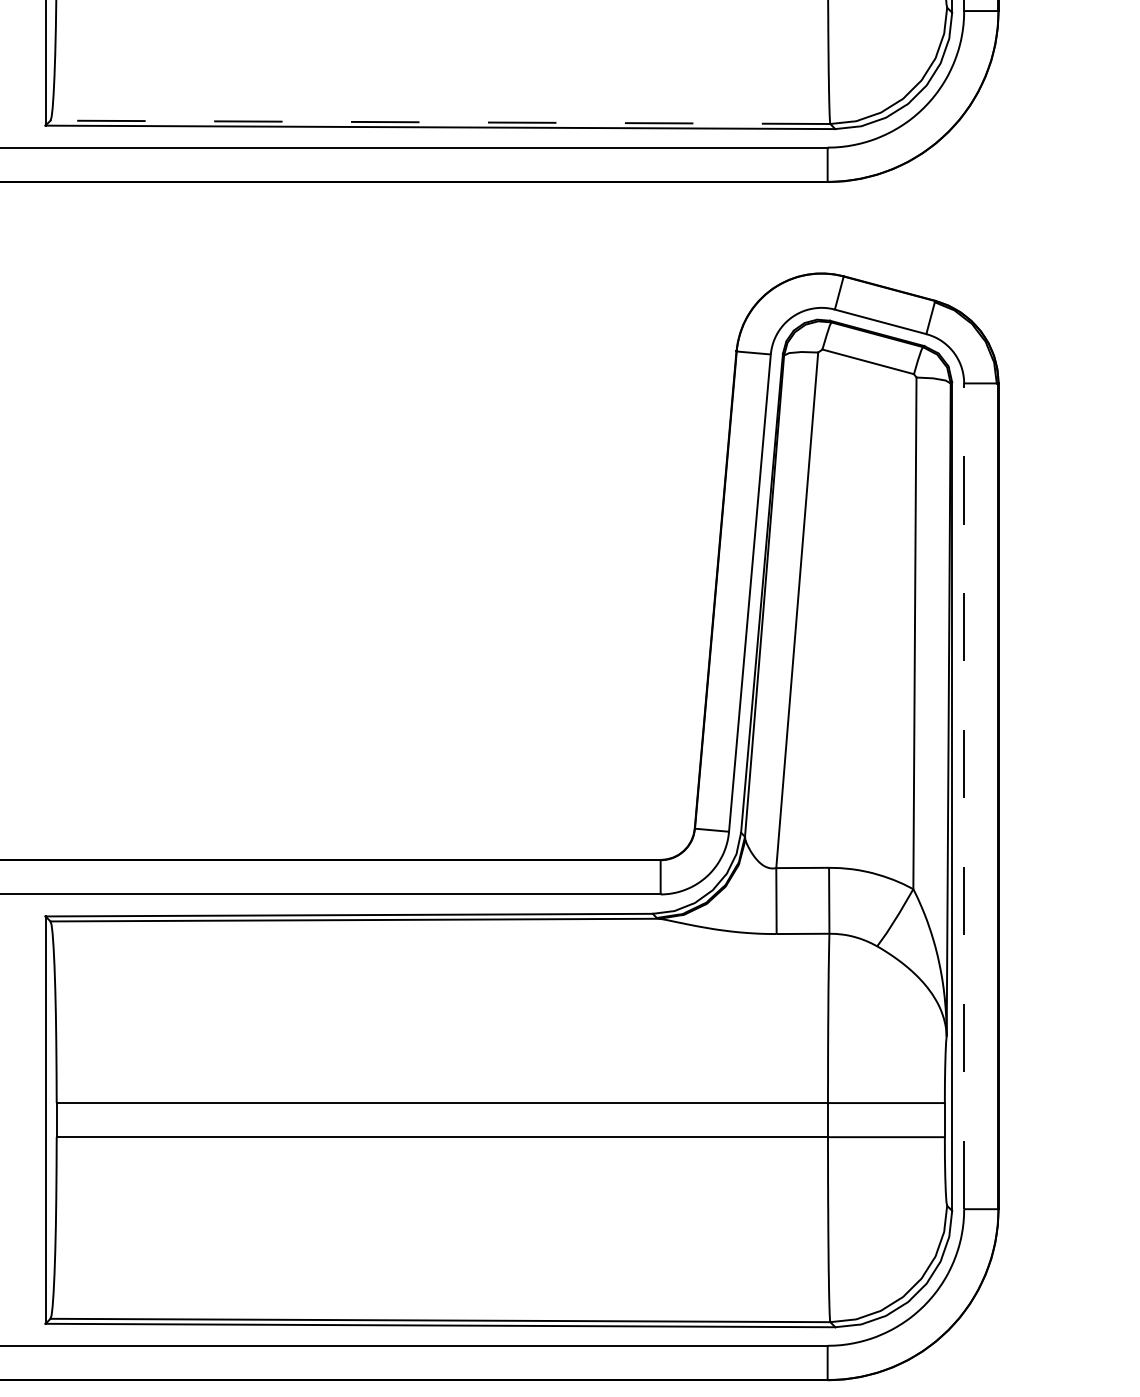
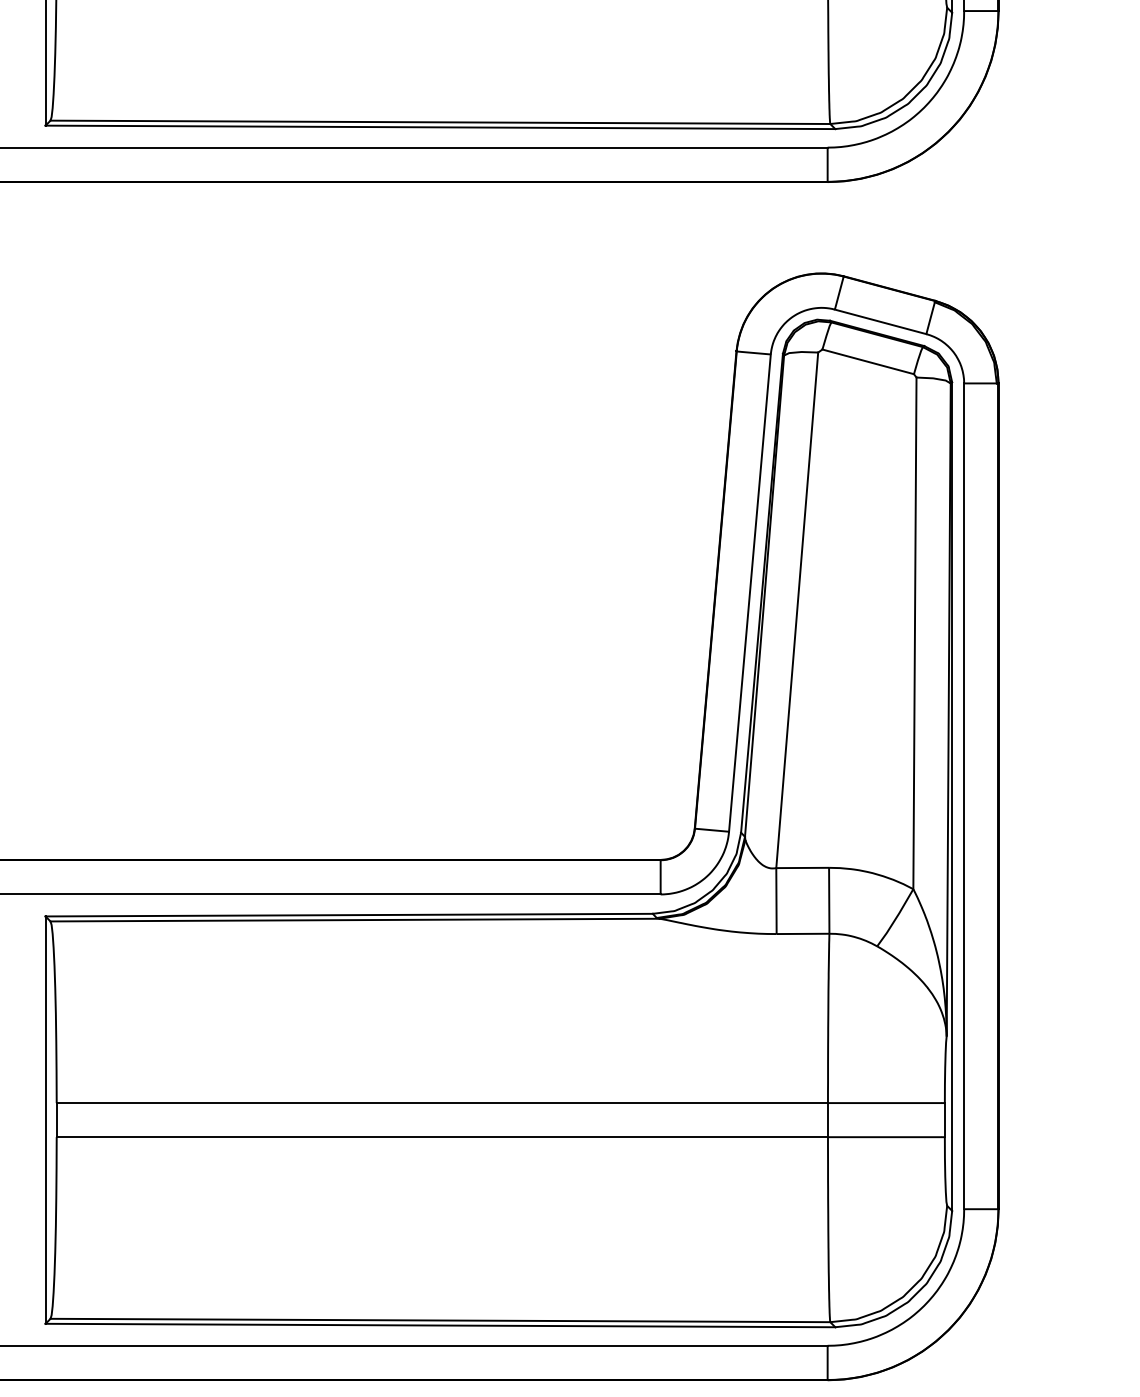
line at (440, 122): dashed -> solid
line at (964, 796): dashed -> solid
